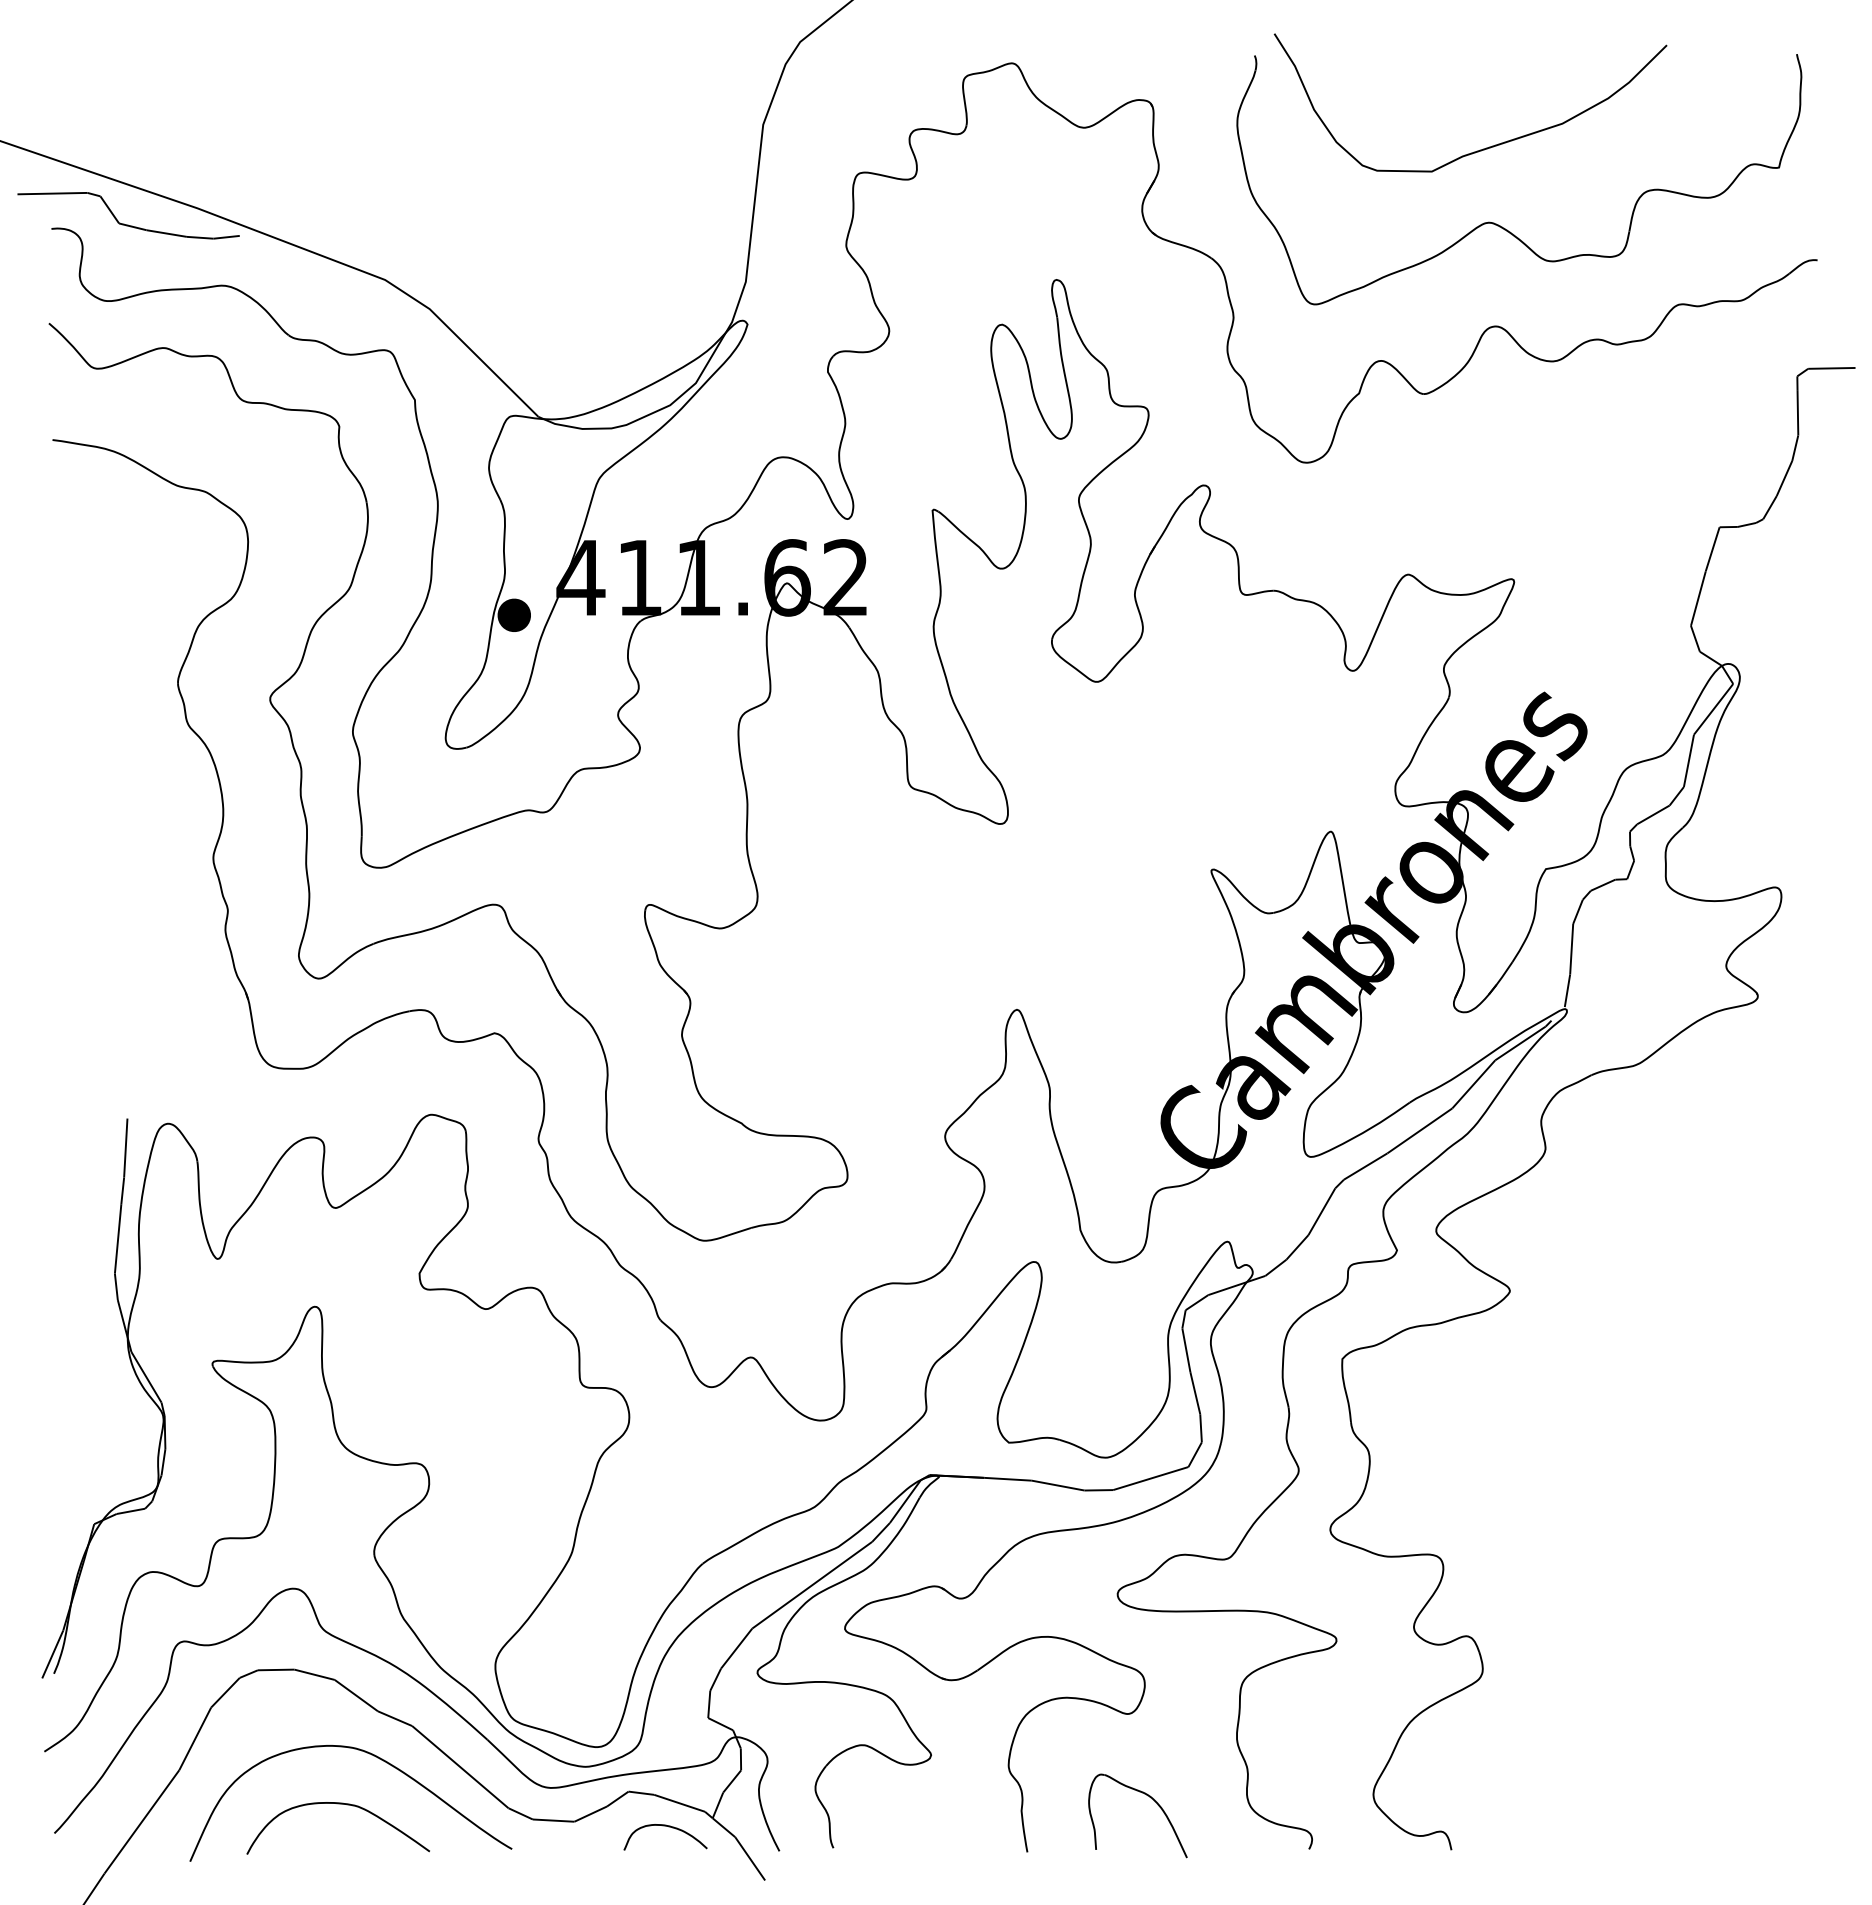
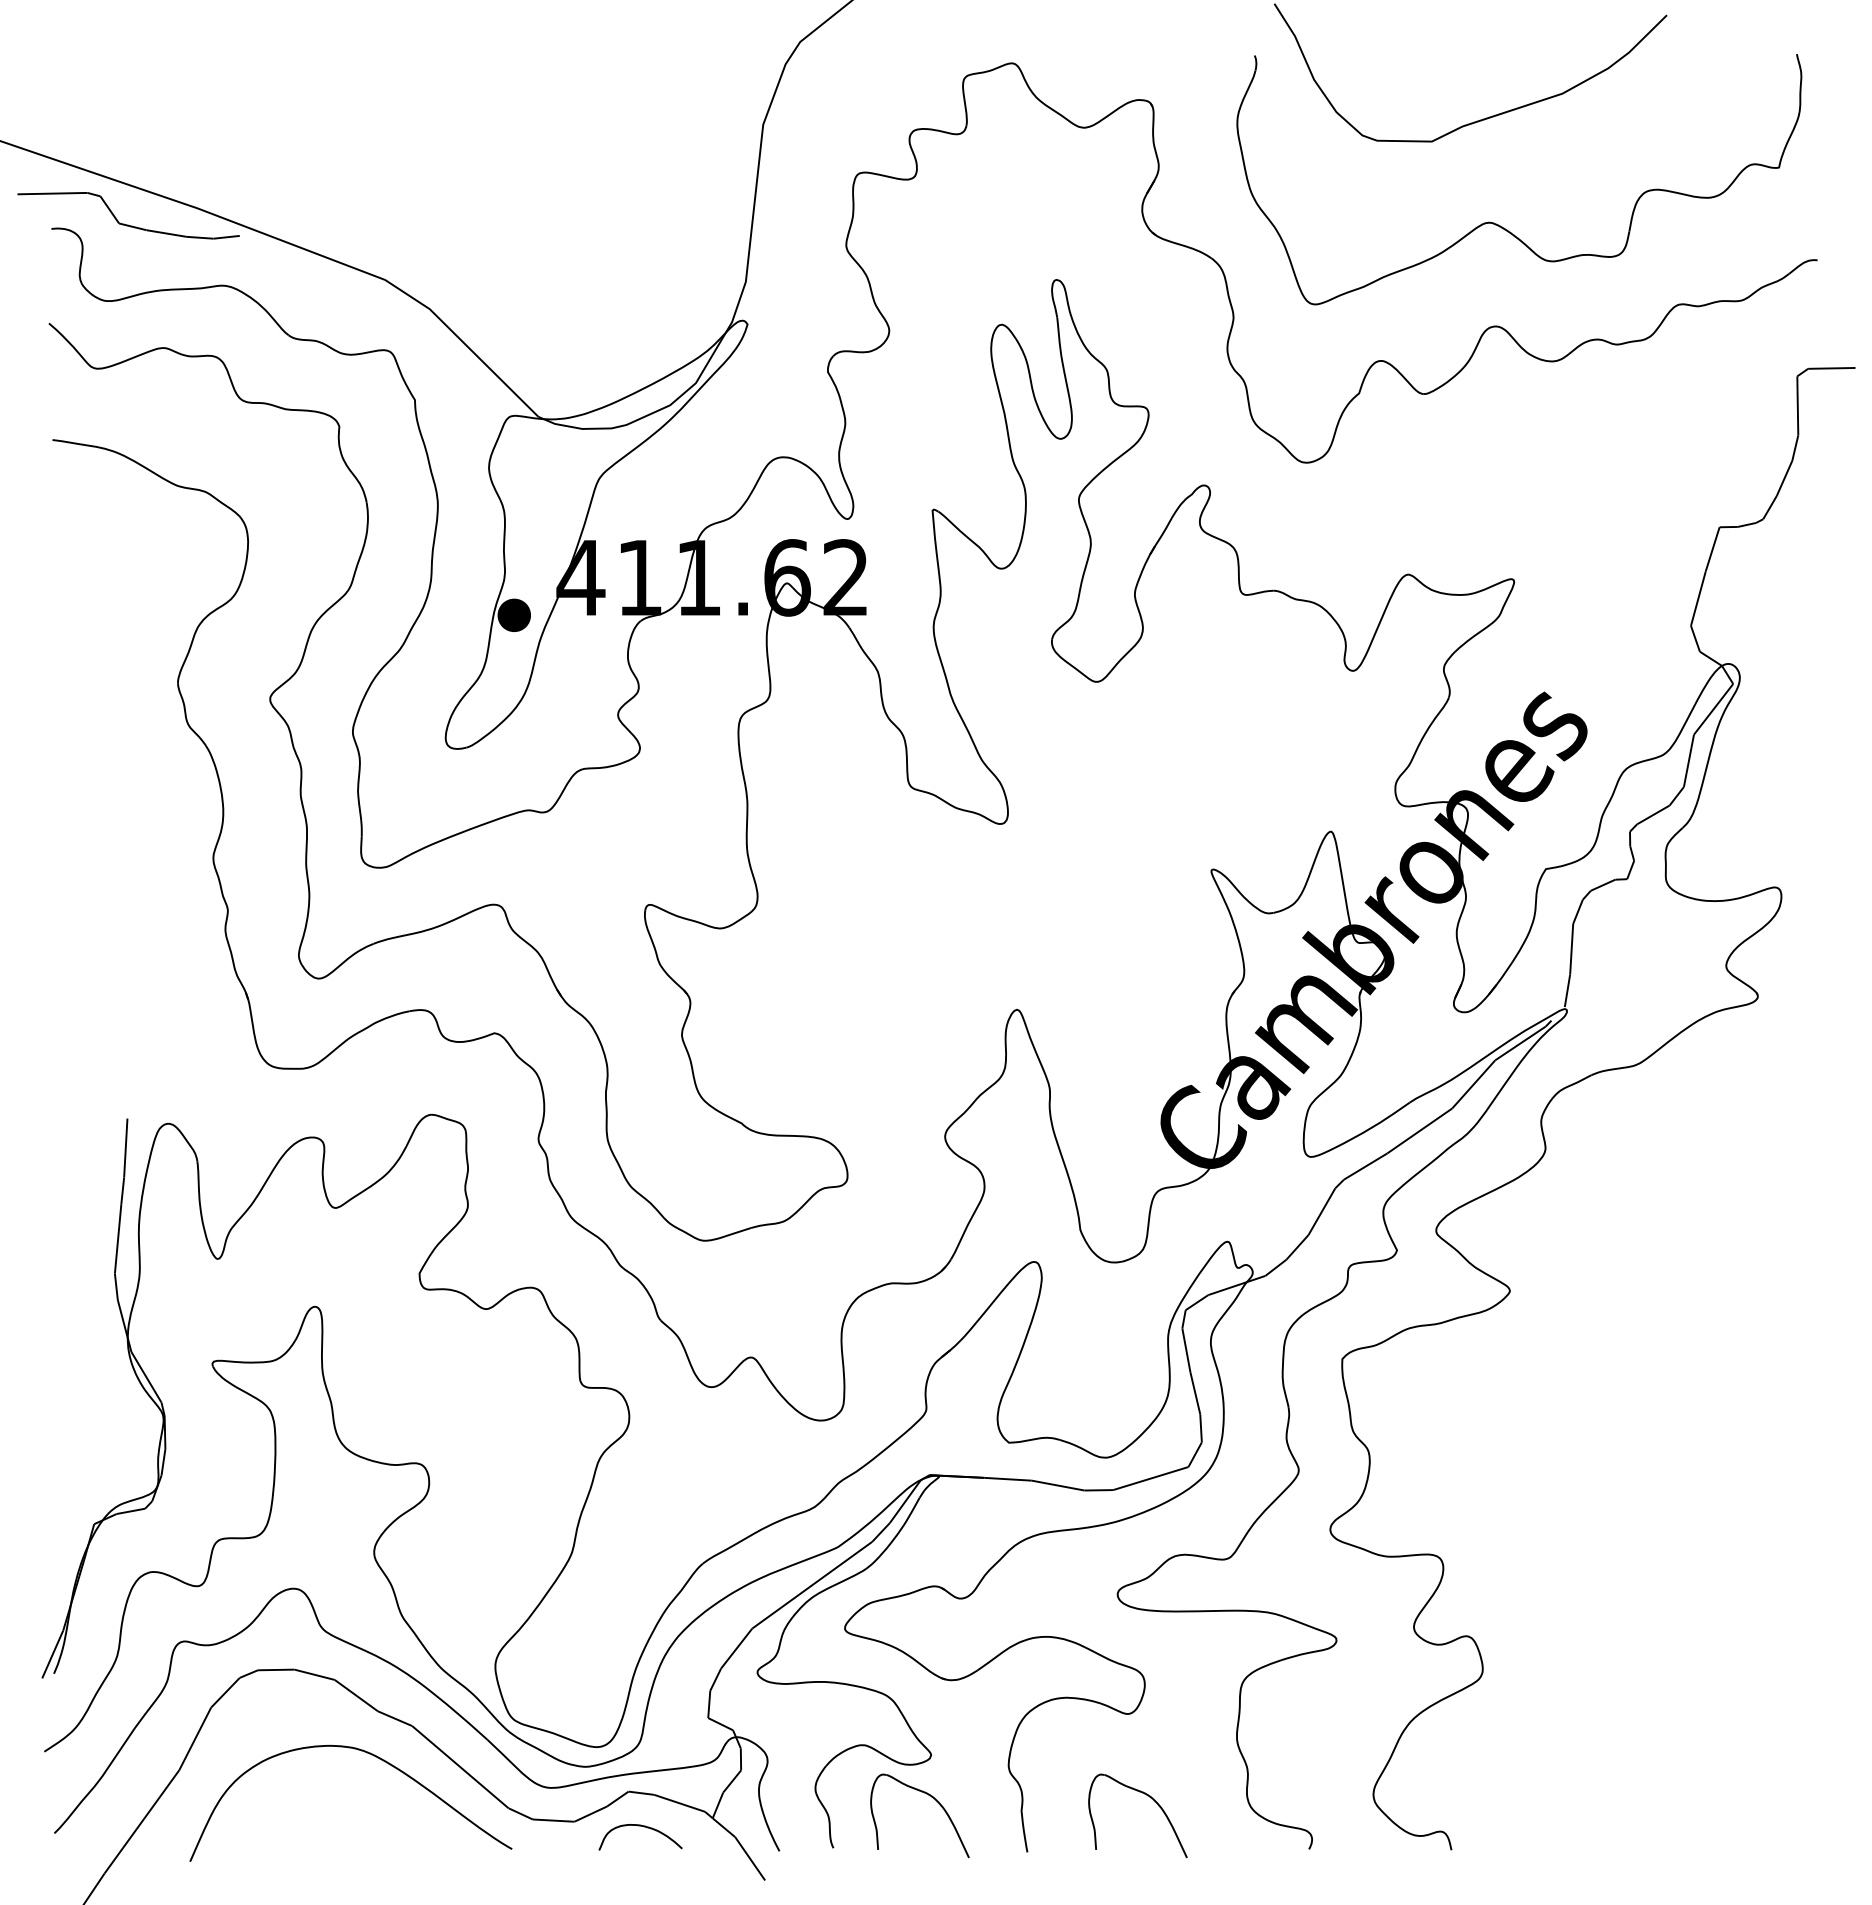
curve at (1486, 147) position: (1486, 147) -> (1486, 117)
part at (932, 1798): none -> present
curve at (337, 1804): present -> none
curve at (668, 1827) position: (668, 1827) -> (643, 1827)
